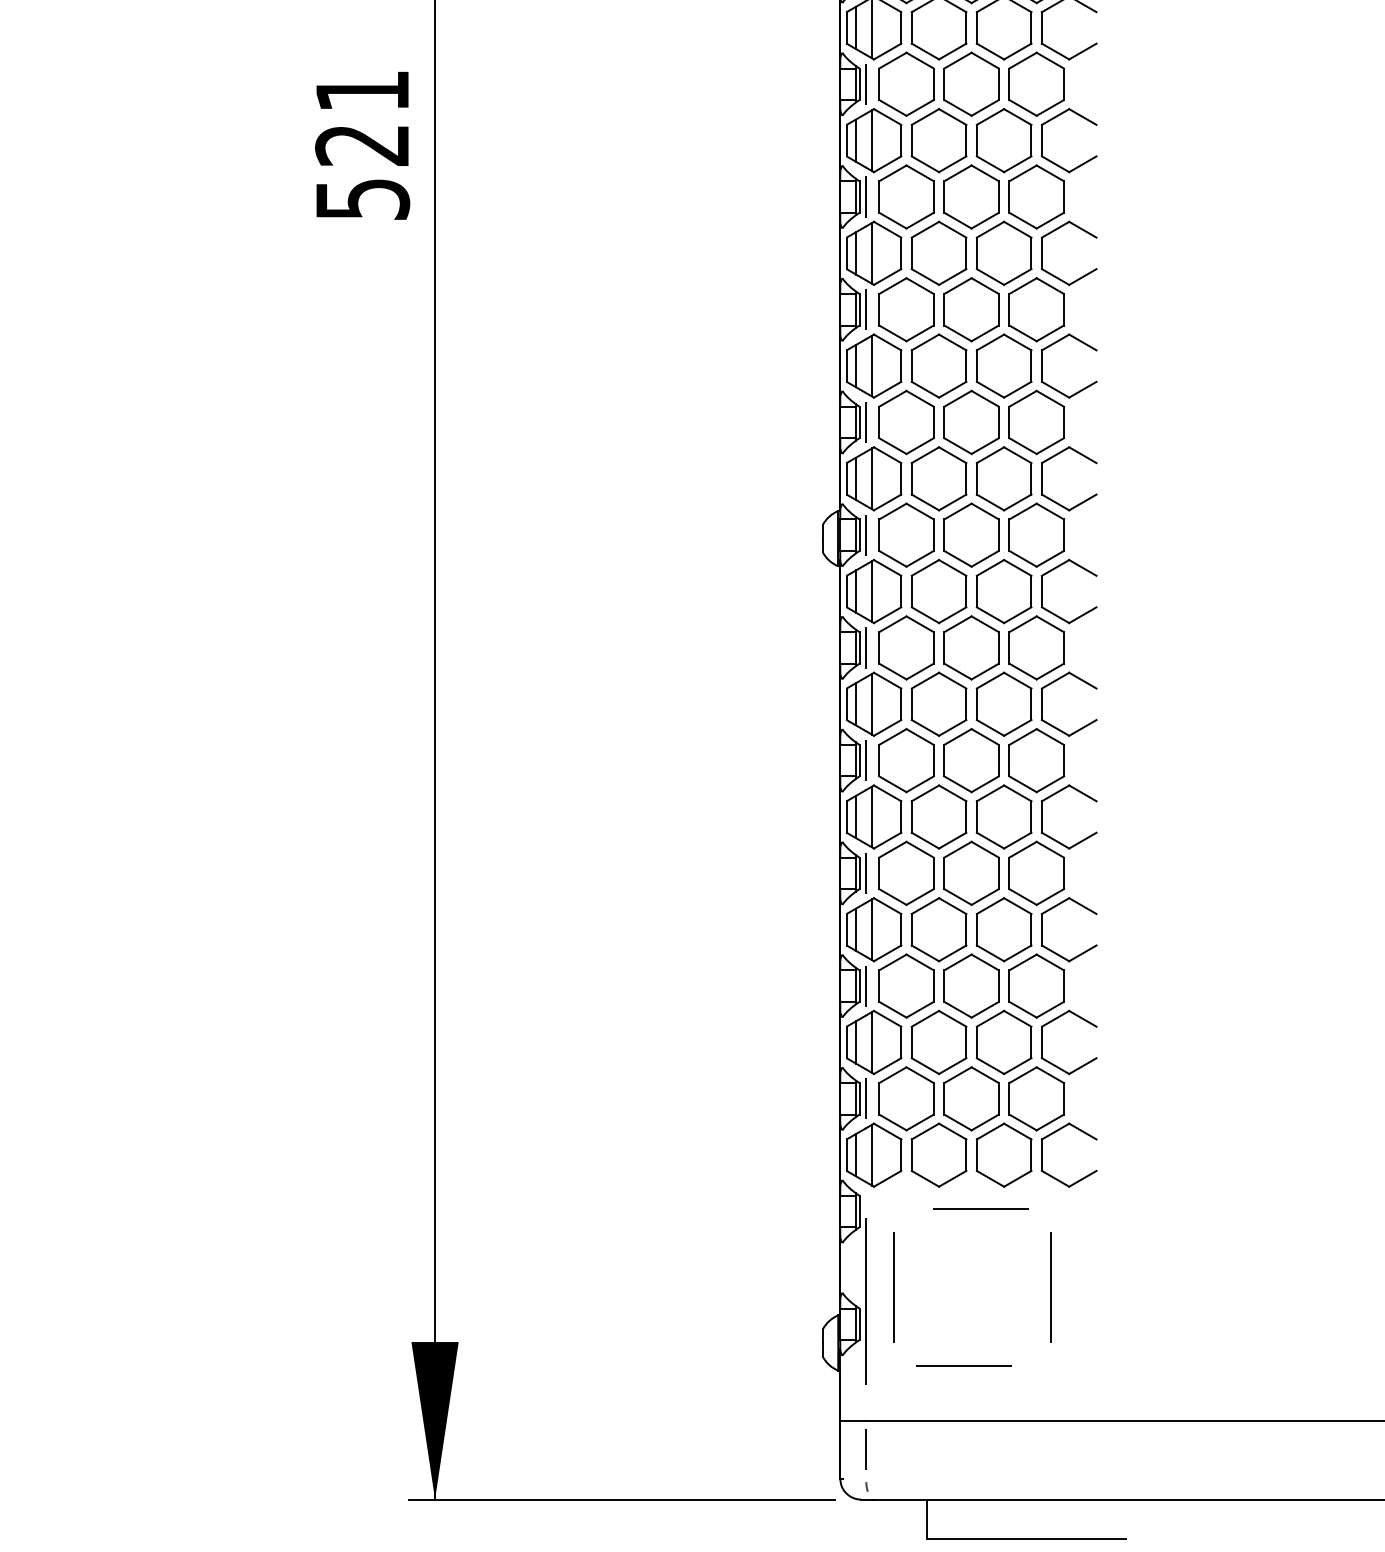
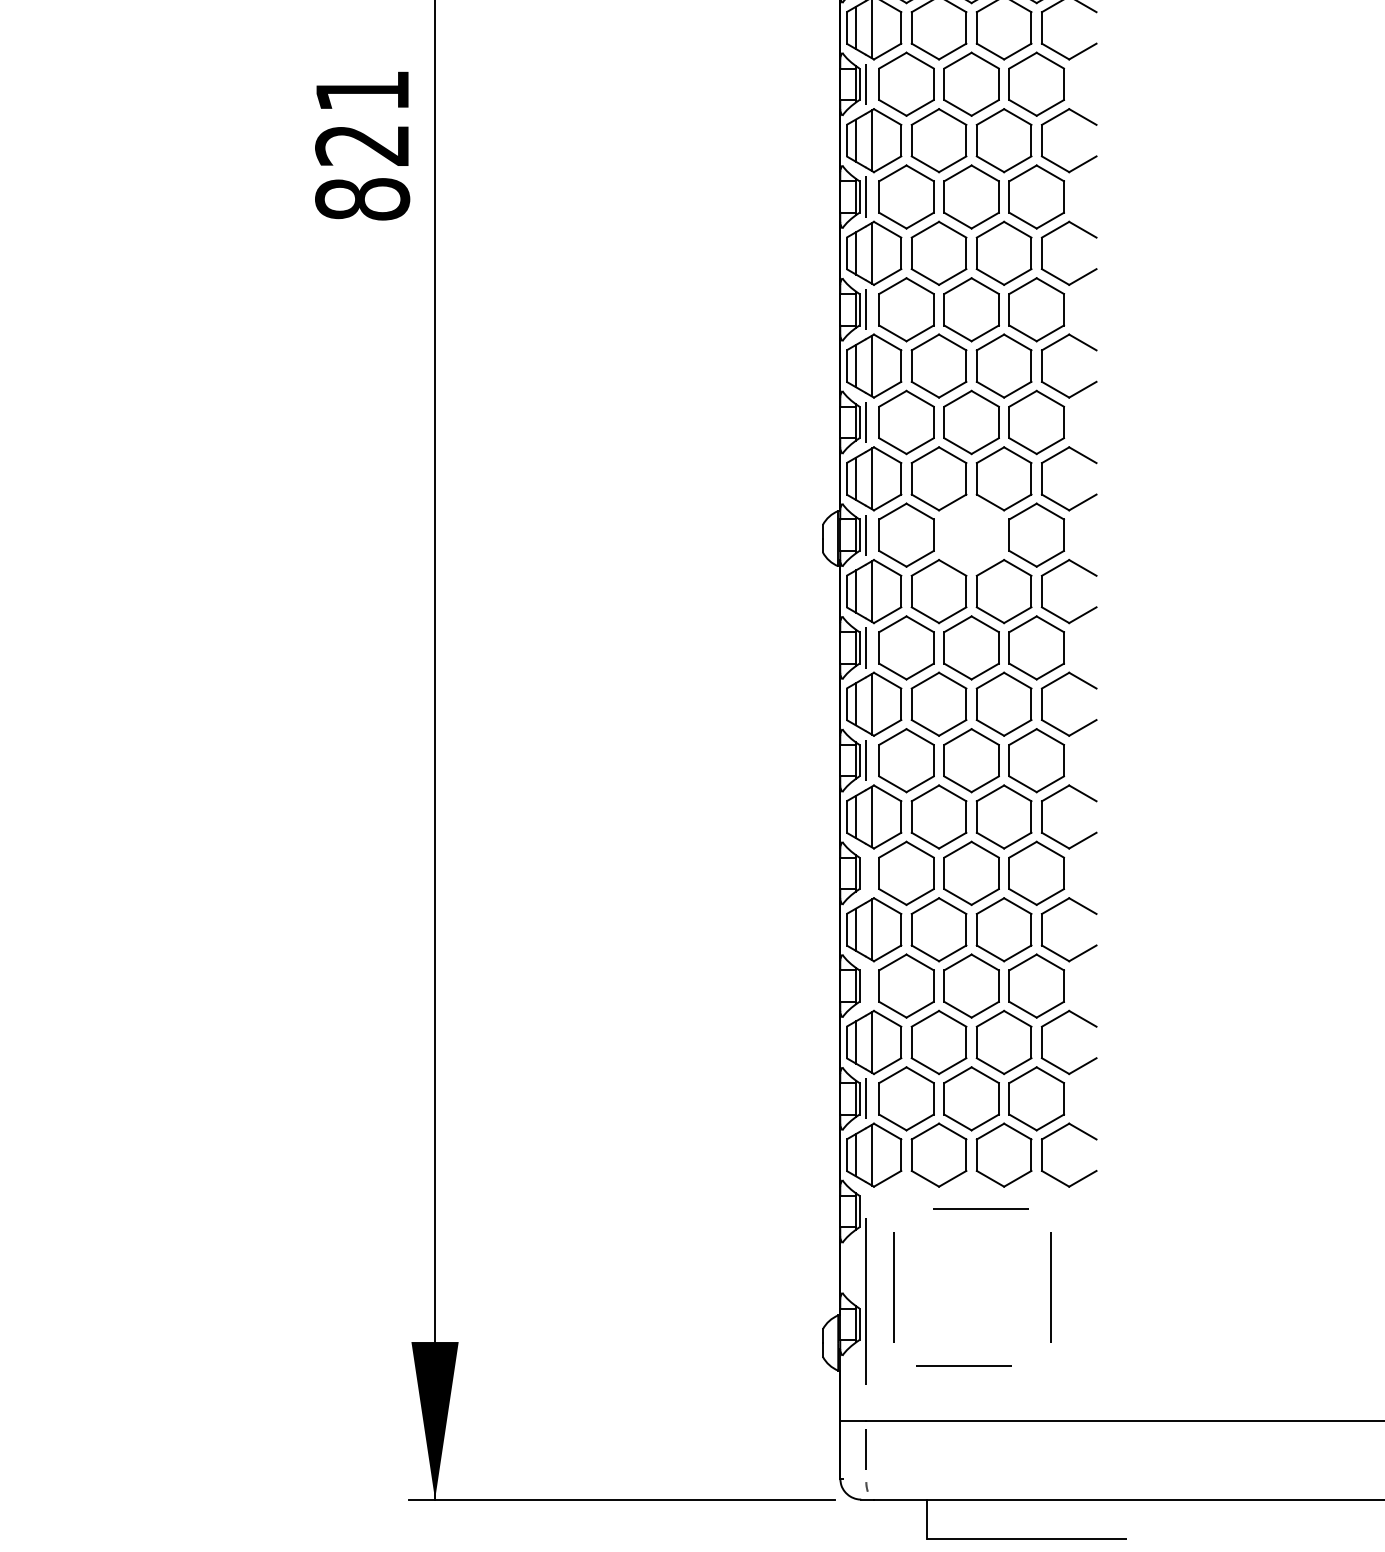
text at (362, 199): 521 -> 821
part at (971, 534): present -> none
line at (866, 872): present -> none
line at (866, 985): present -> none
